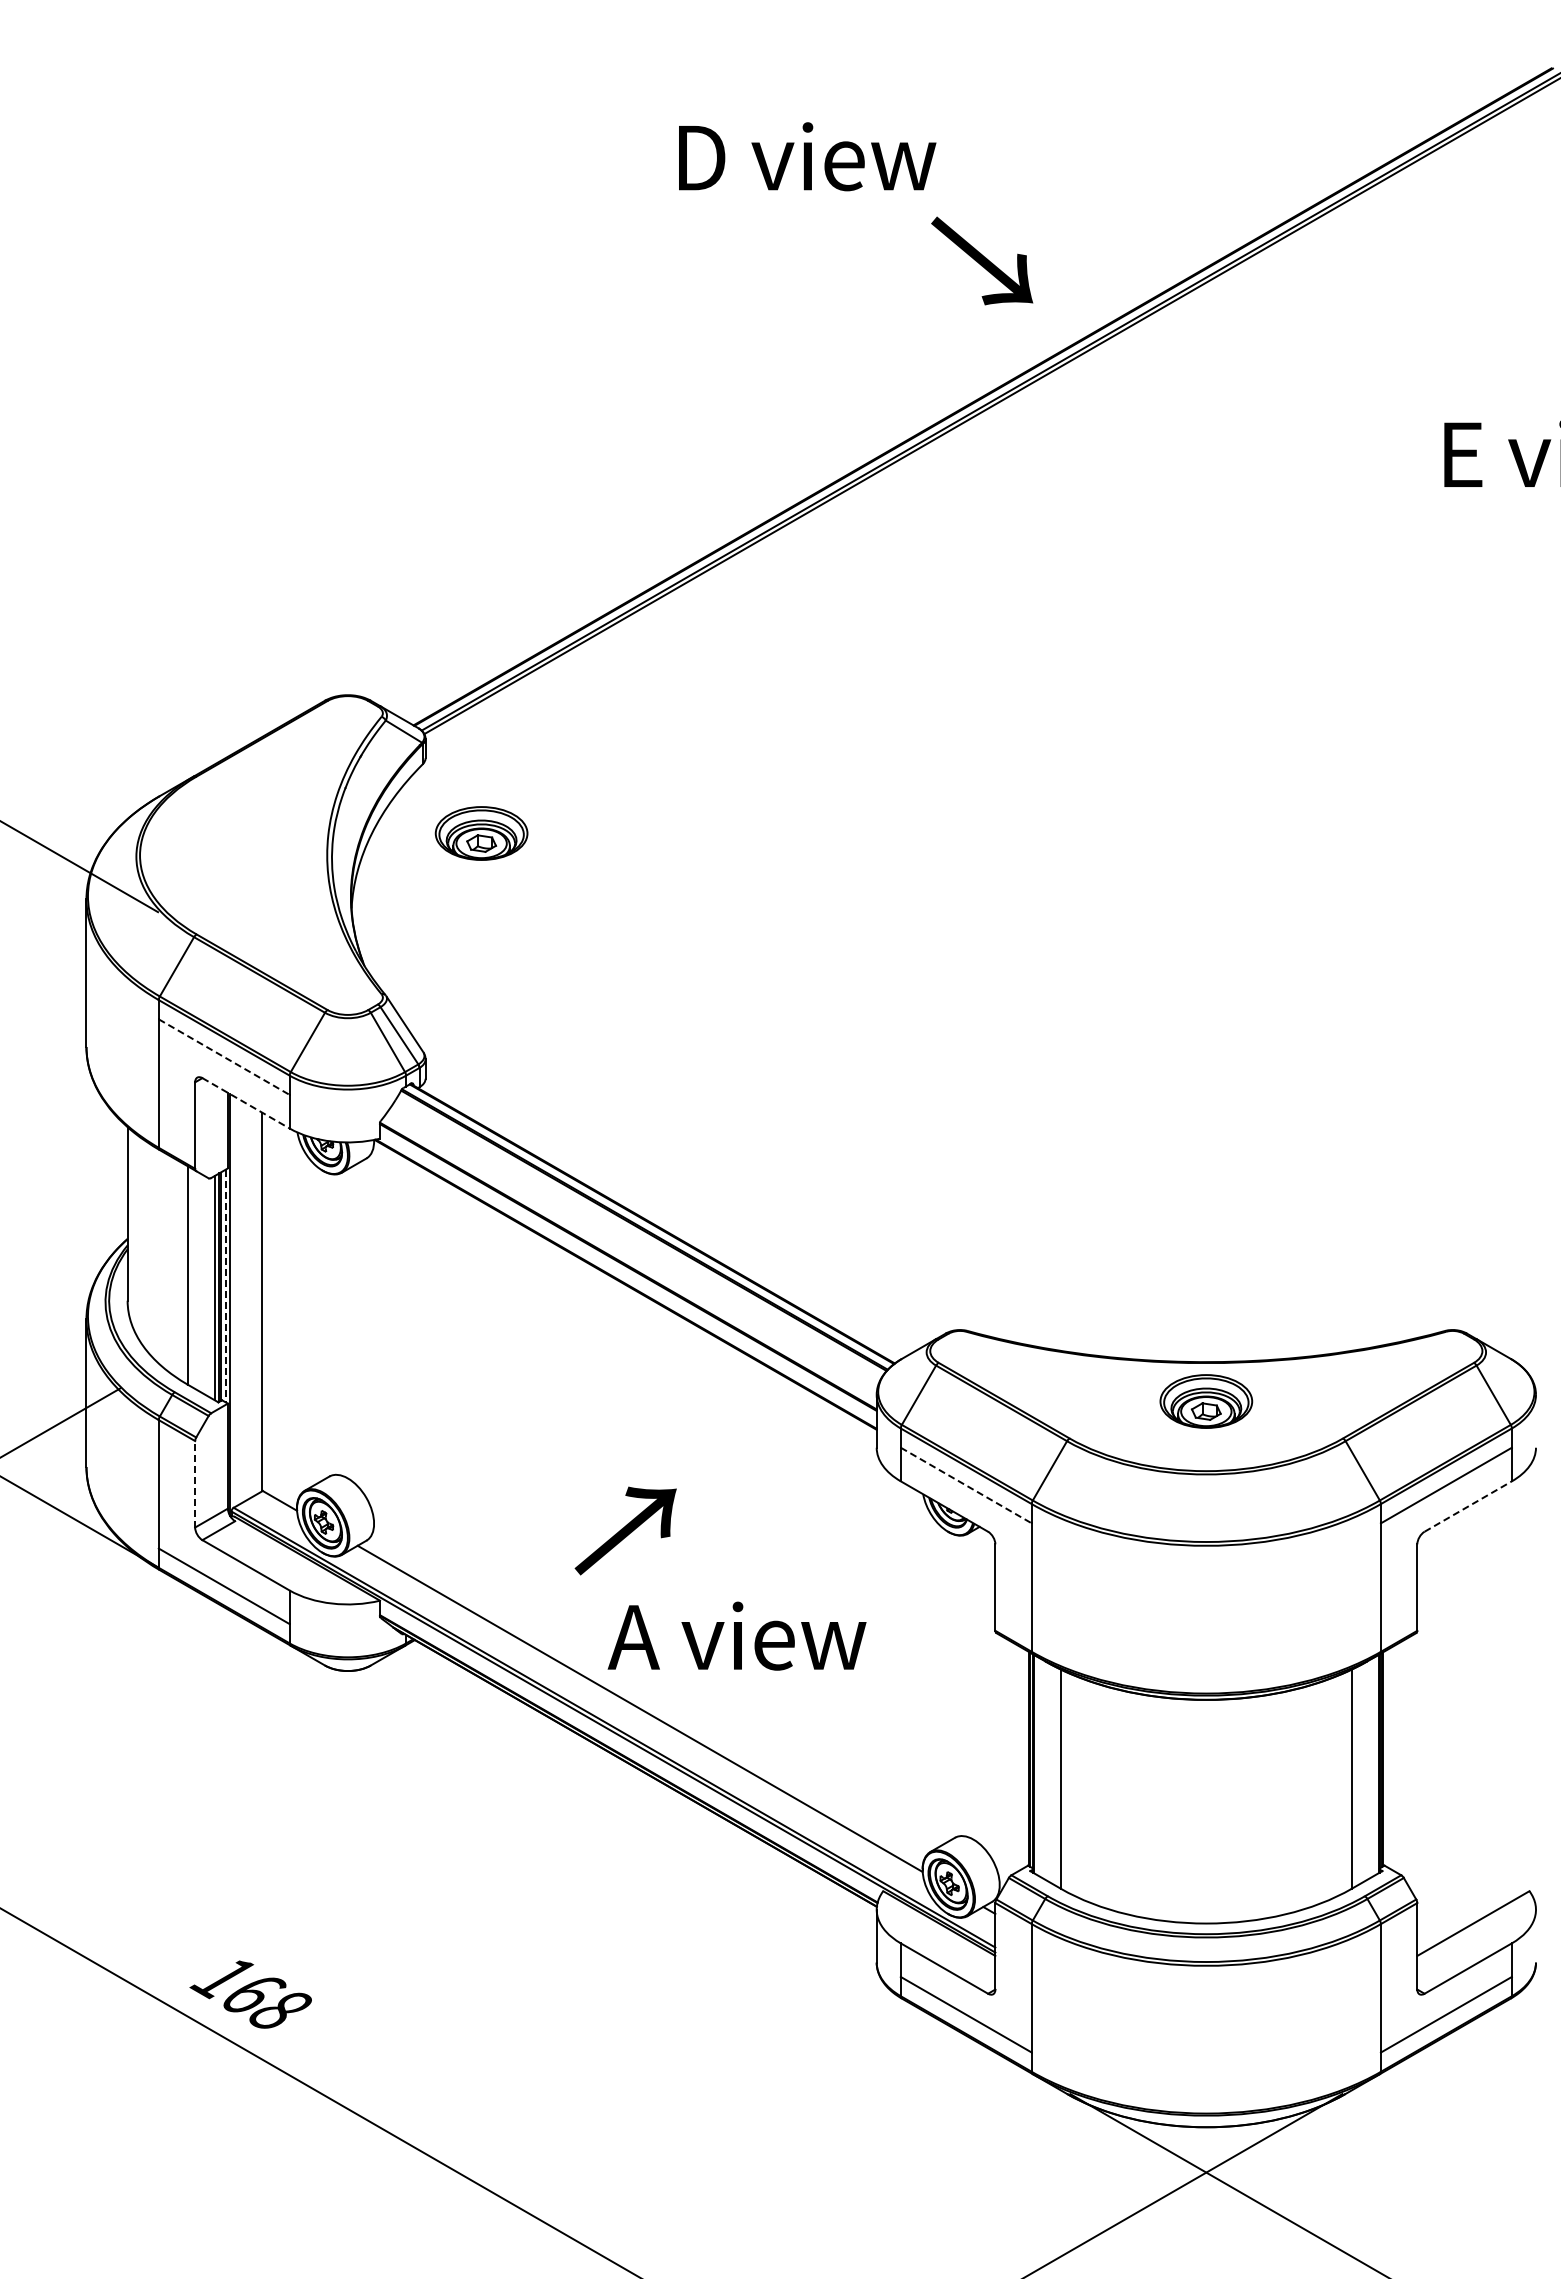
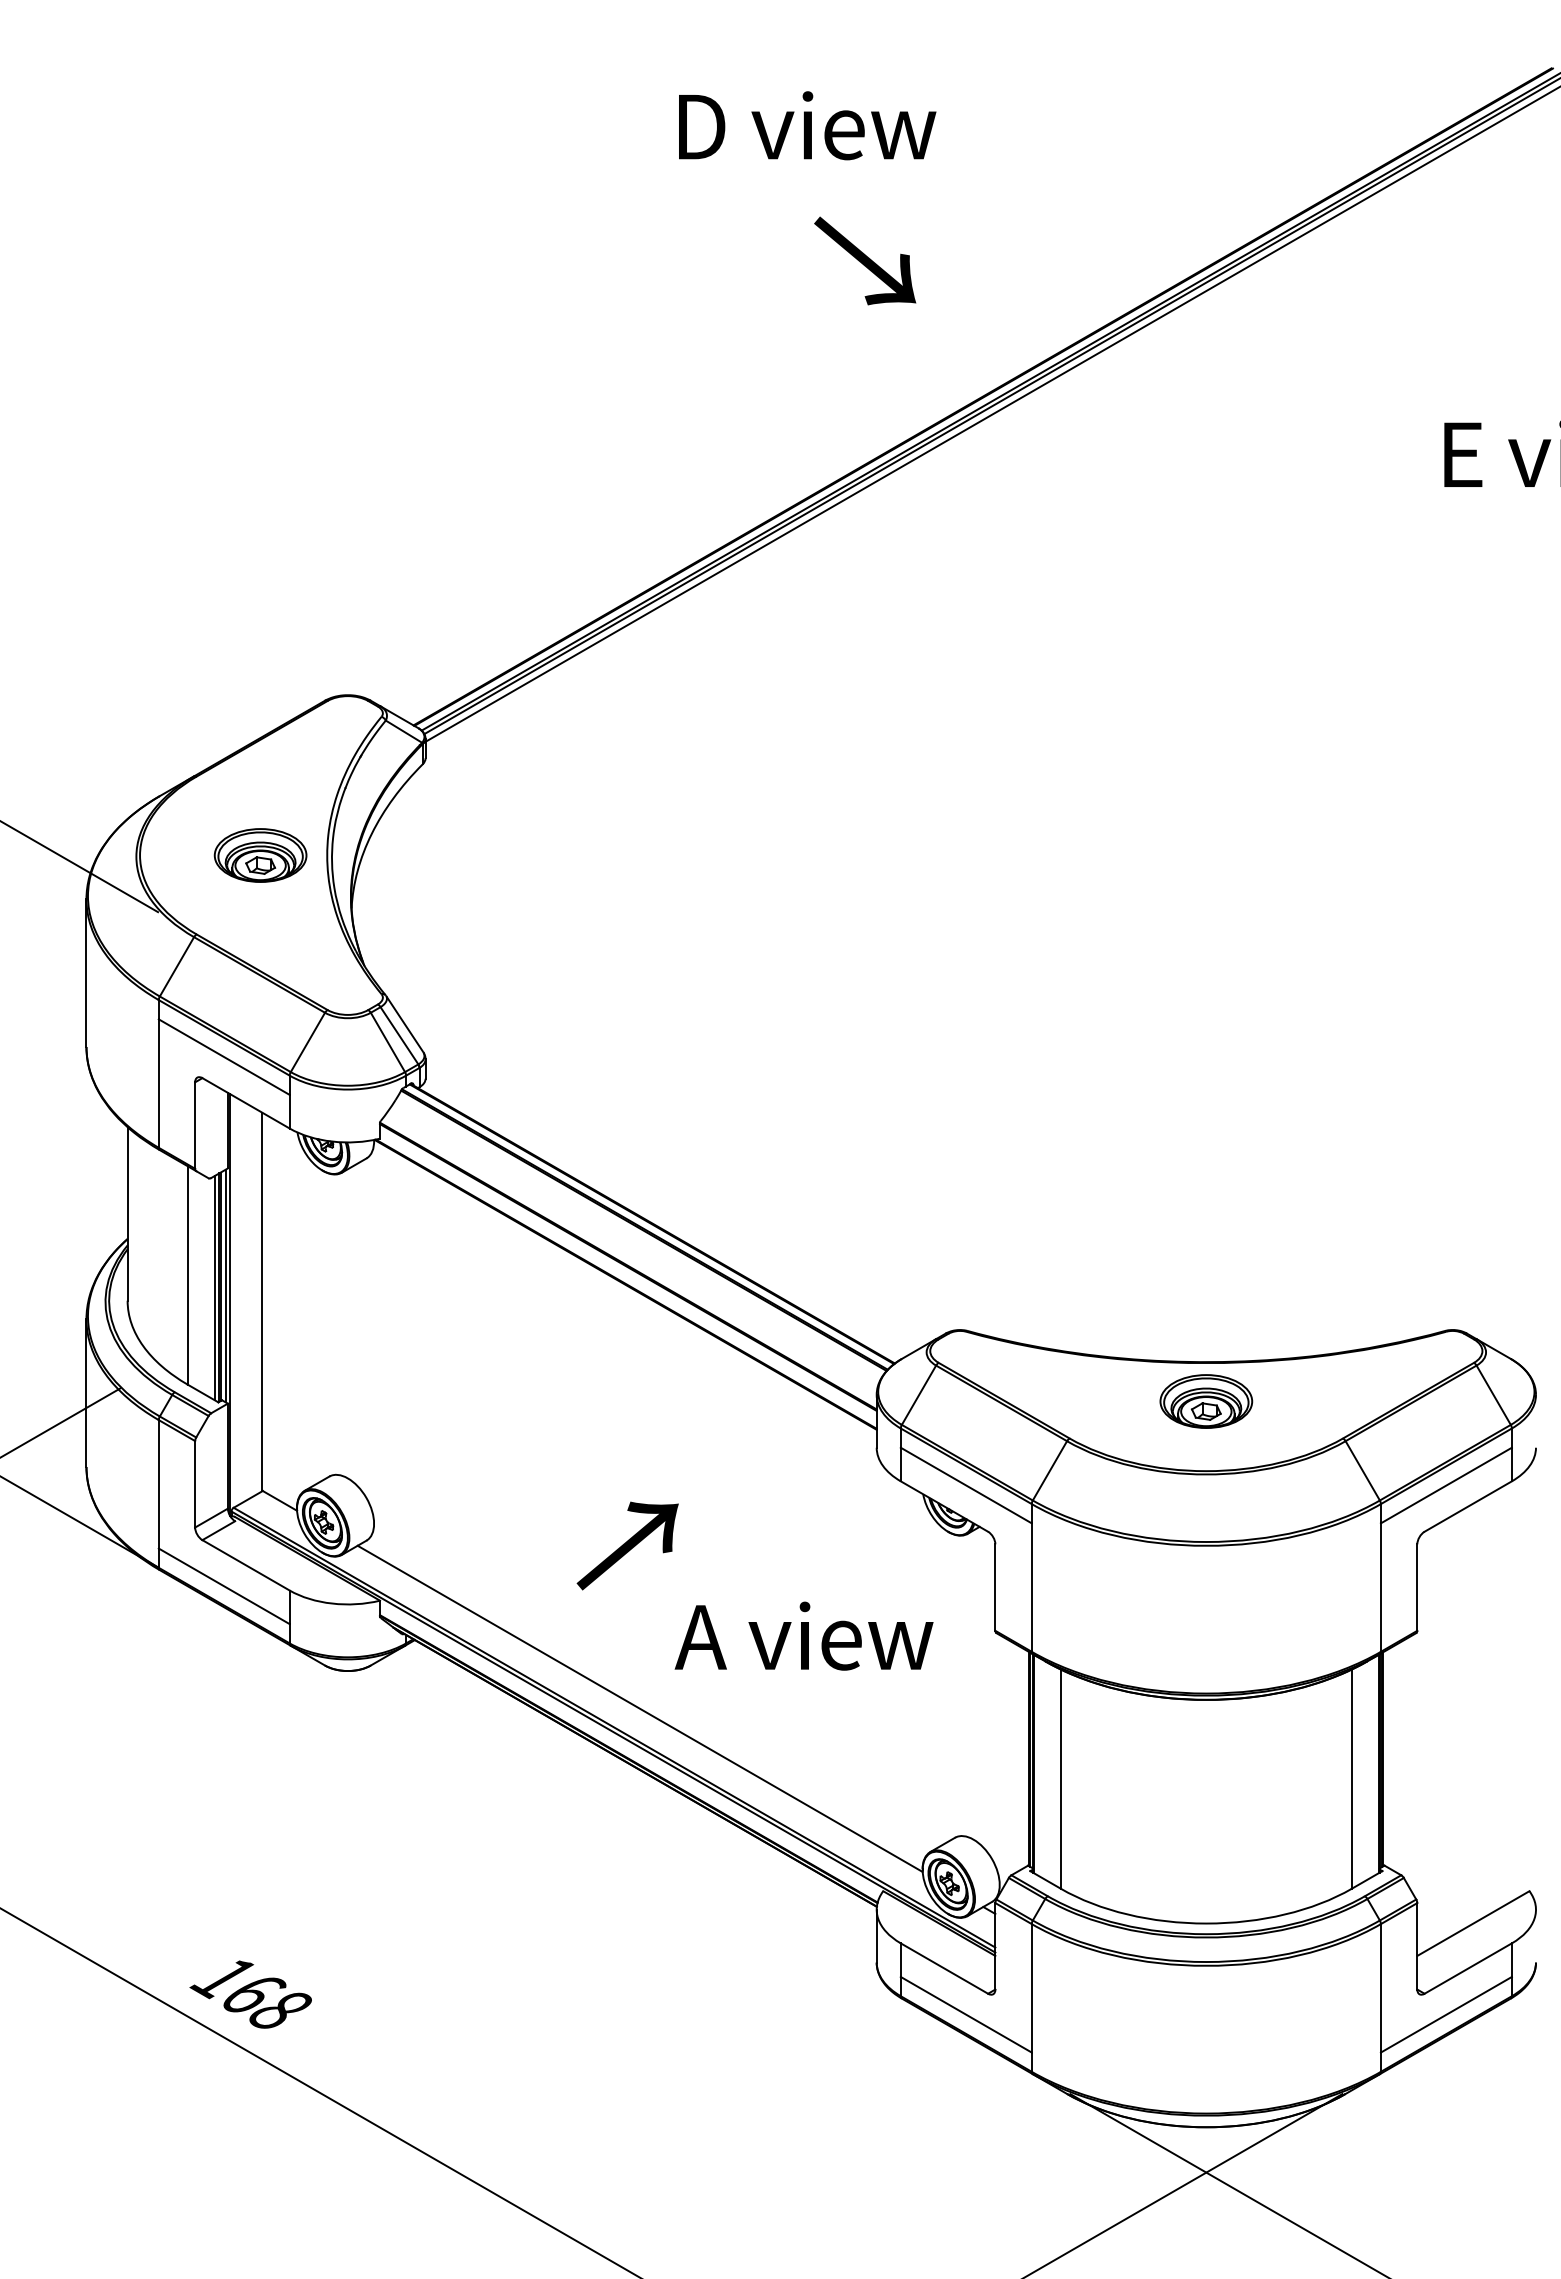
text at (807, 156) position: (807, 156) -> (807, 125)
text at (982, 260) position: (982, 260) -> (865, 260)
line at (991, 414): none -> present
part at (481, 833) position: (481, 833) -> (260, 855)
line at (224, 1057): dashed -> solid
line at (246, 1103): dashed -> solid
line at (225, 1286): dashed -> solid
line at (195, 1483): dashed -> solid
line at (966, 1485): dashed -> solid
line at (1468, 1506): dashed -> solid
text at (625, 1530) position: (625, 1530) -> (627, 1545)
text at (736, 1635) position: (736, 1635) -> (803, 1635)
